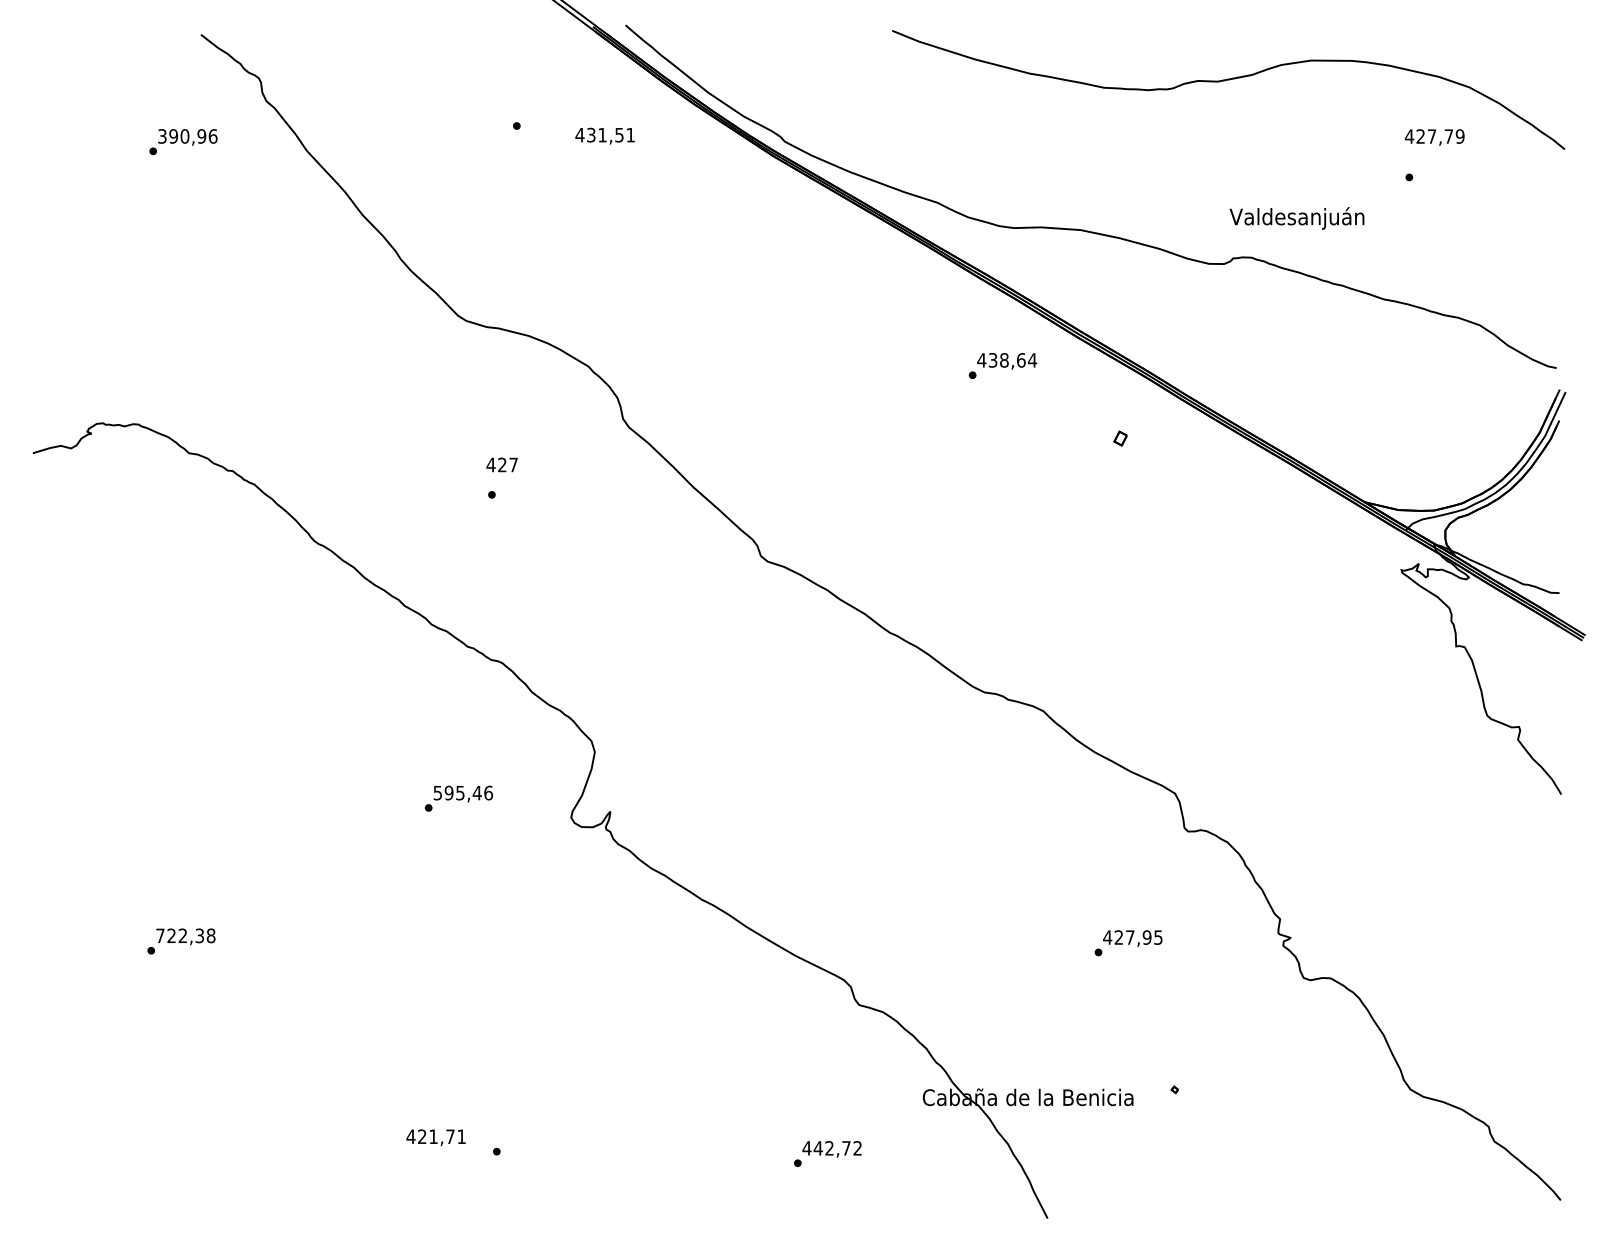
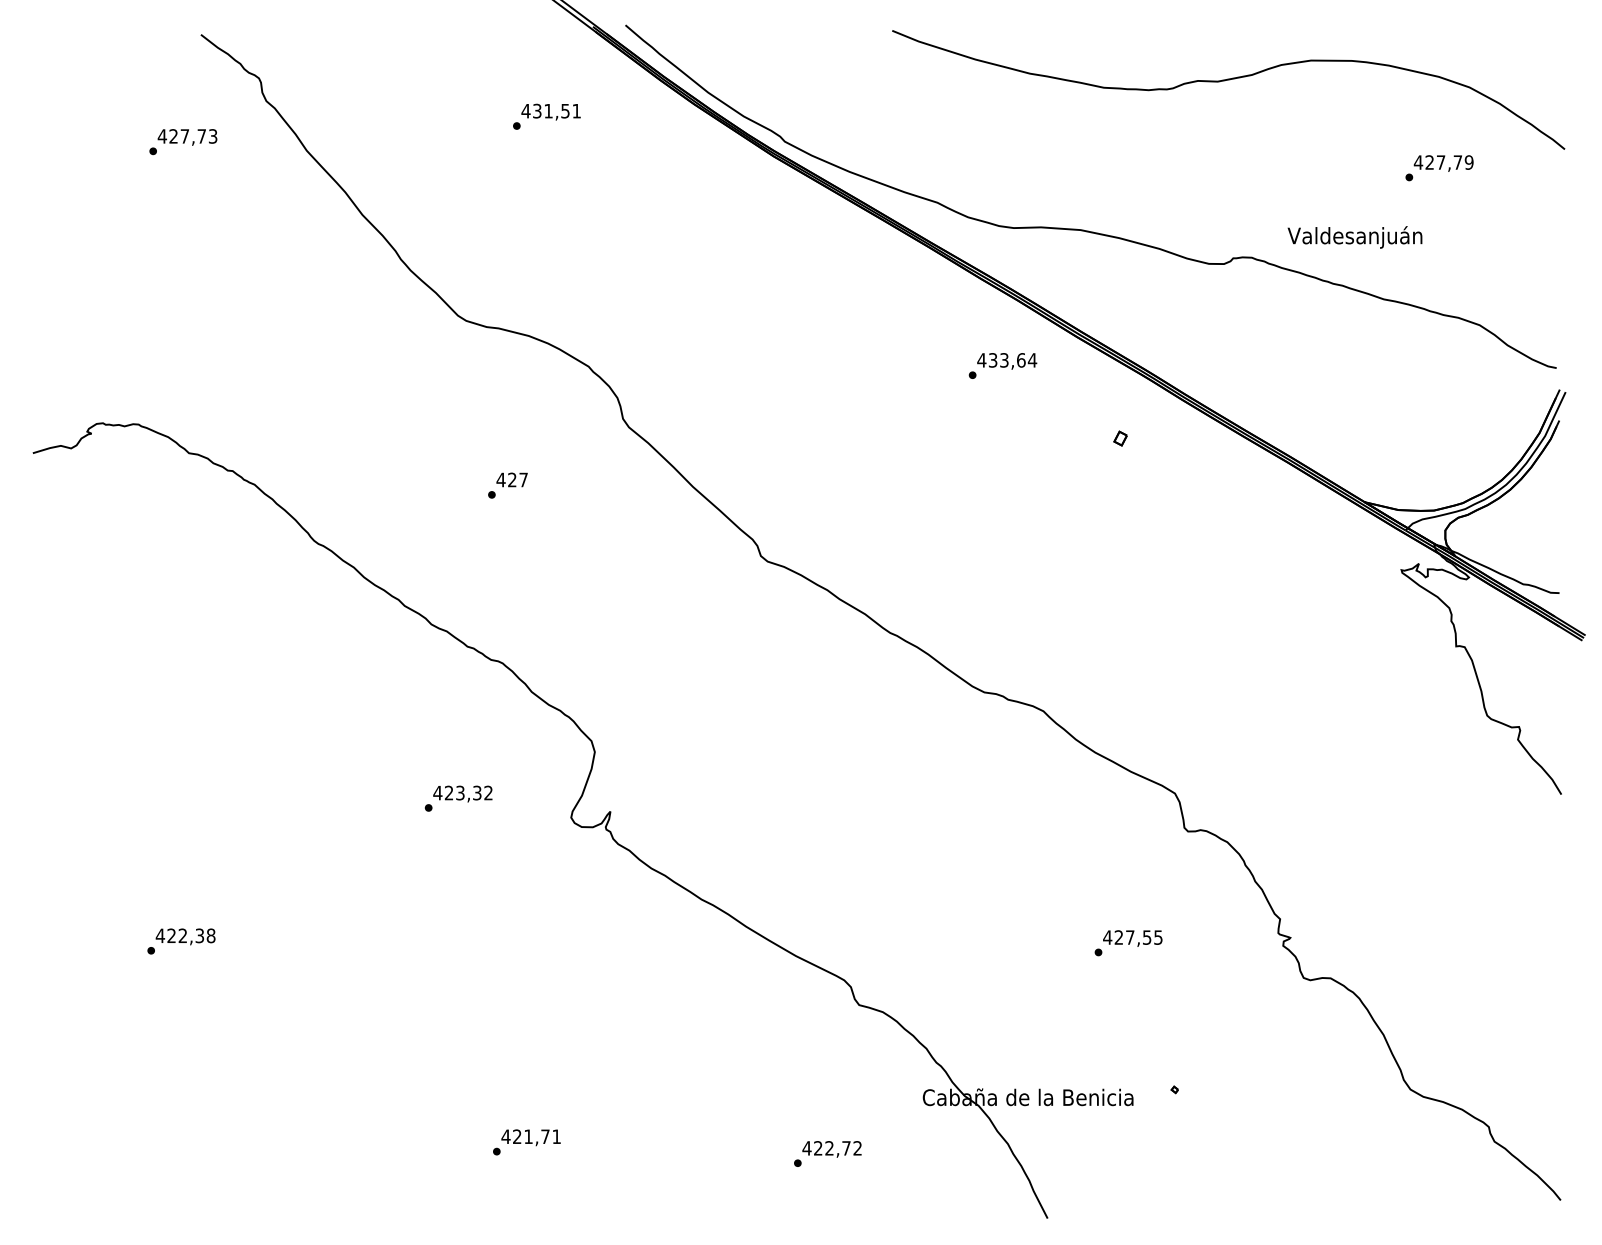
text at (604, 135) position: (604, 135) -> (550, 111)
text at (187, 136): 390,96 -> 427,73
text at (1434, 137) position: (1434, 137) -> (1443, 163)
text at (1296, 218) position: (1296, 218) -> (1354, 237)
text at (1004, 360): 438,64 -> 433,64
text at (501, 464) position: (501, 464) -> (511, 479)
text at (463, 792): 595,46 -> 423,32
text at (160, 935): 722,38 -> 422,38
text at (1146, 937): 427,95 -> 427,55
text at (435, 1137) position: (435, 1137) -> (530, 1137)
text at (817, 1148): 442,72 -> 422,72
